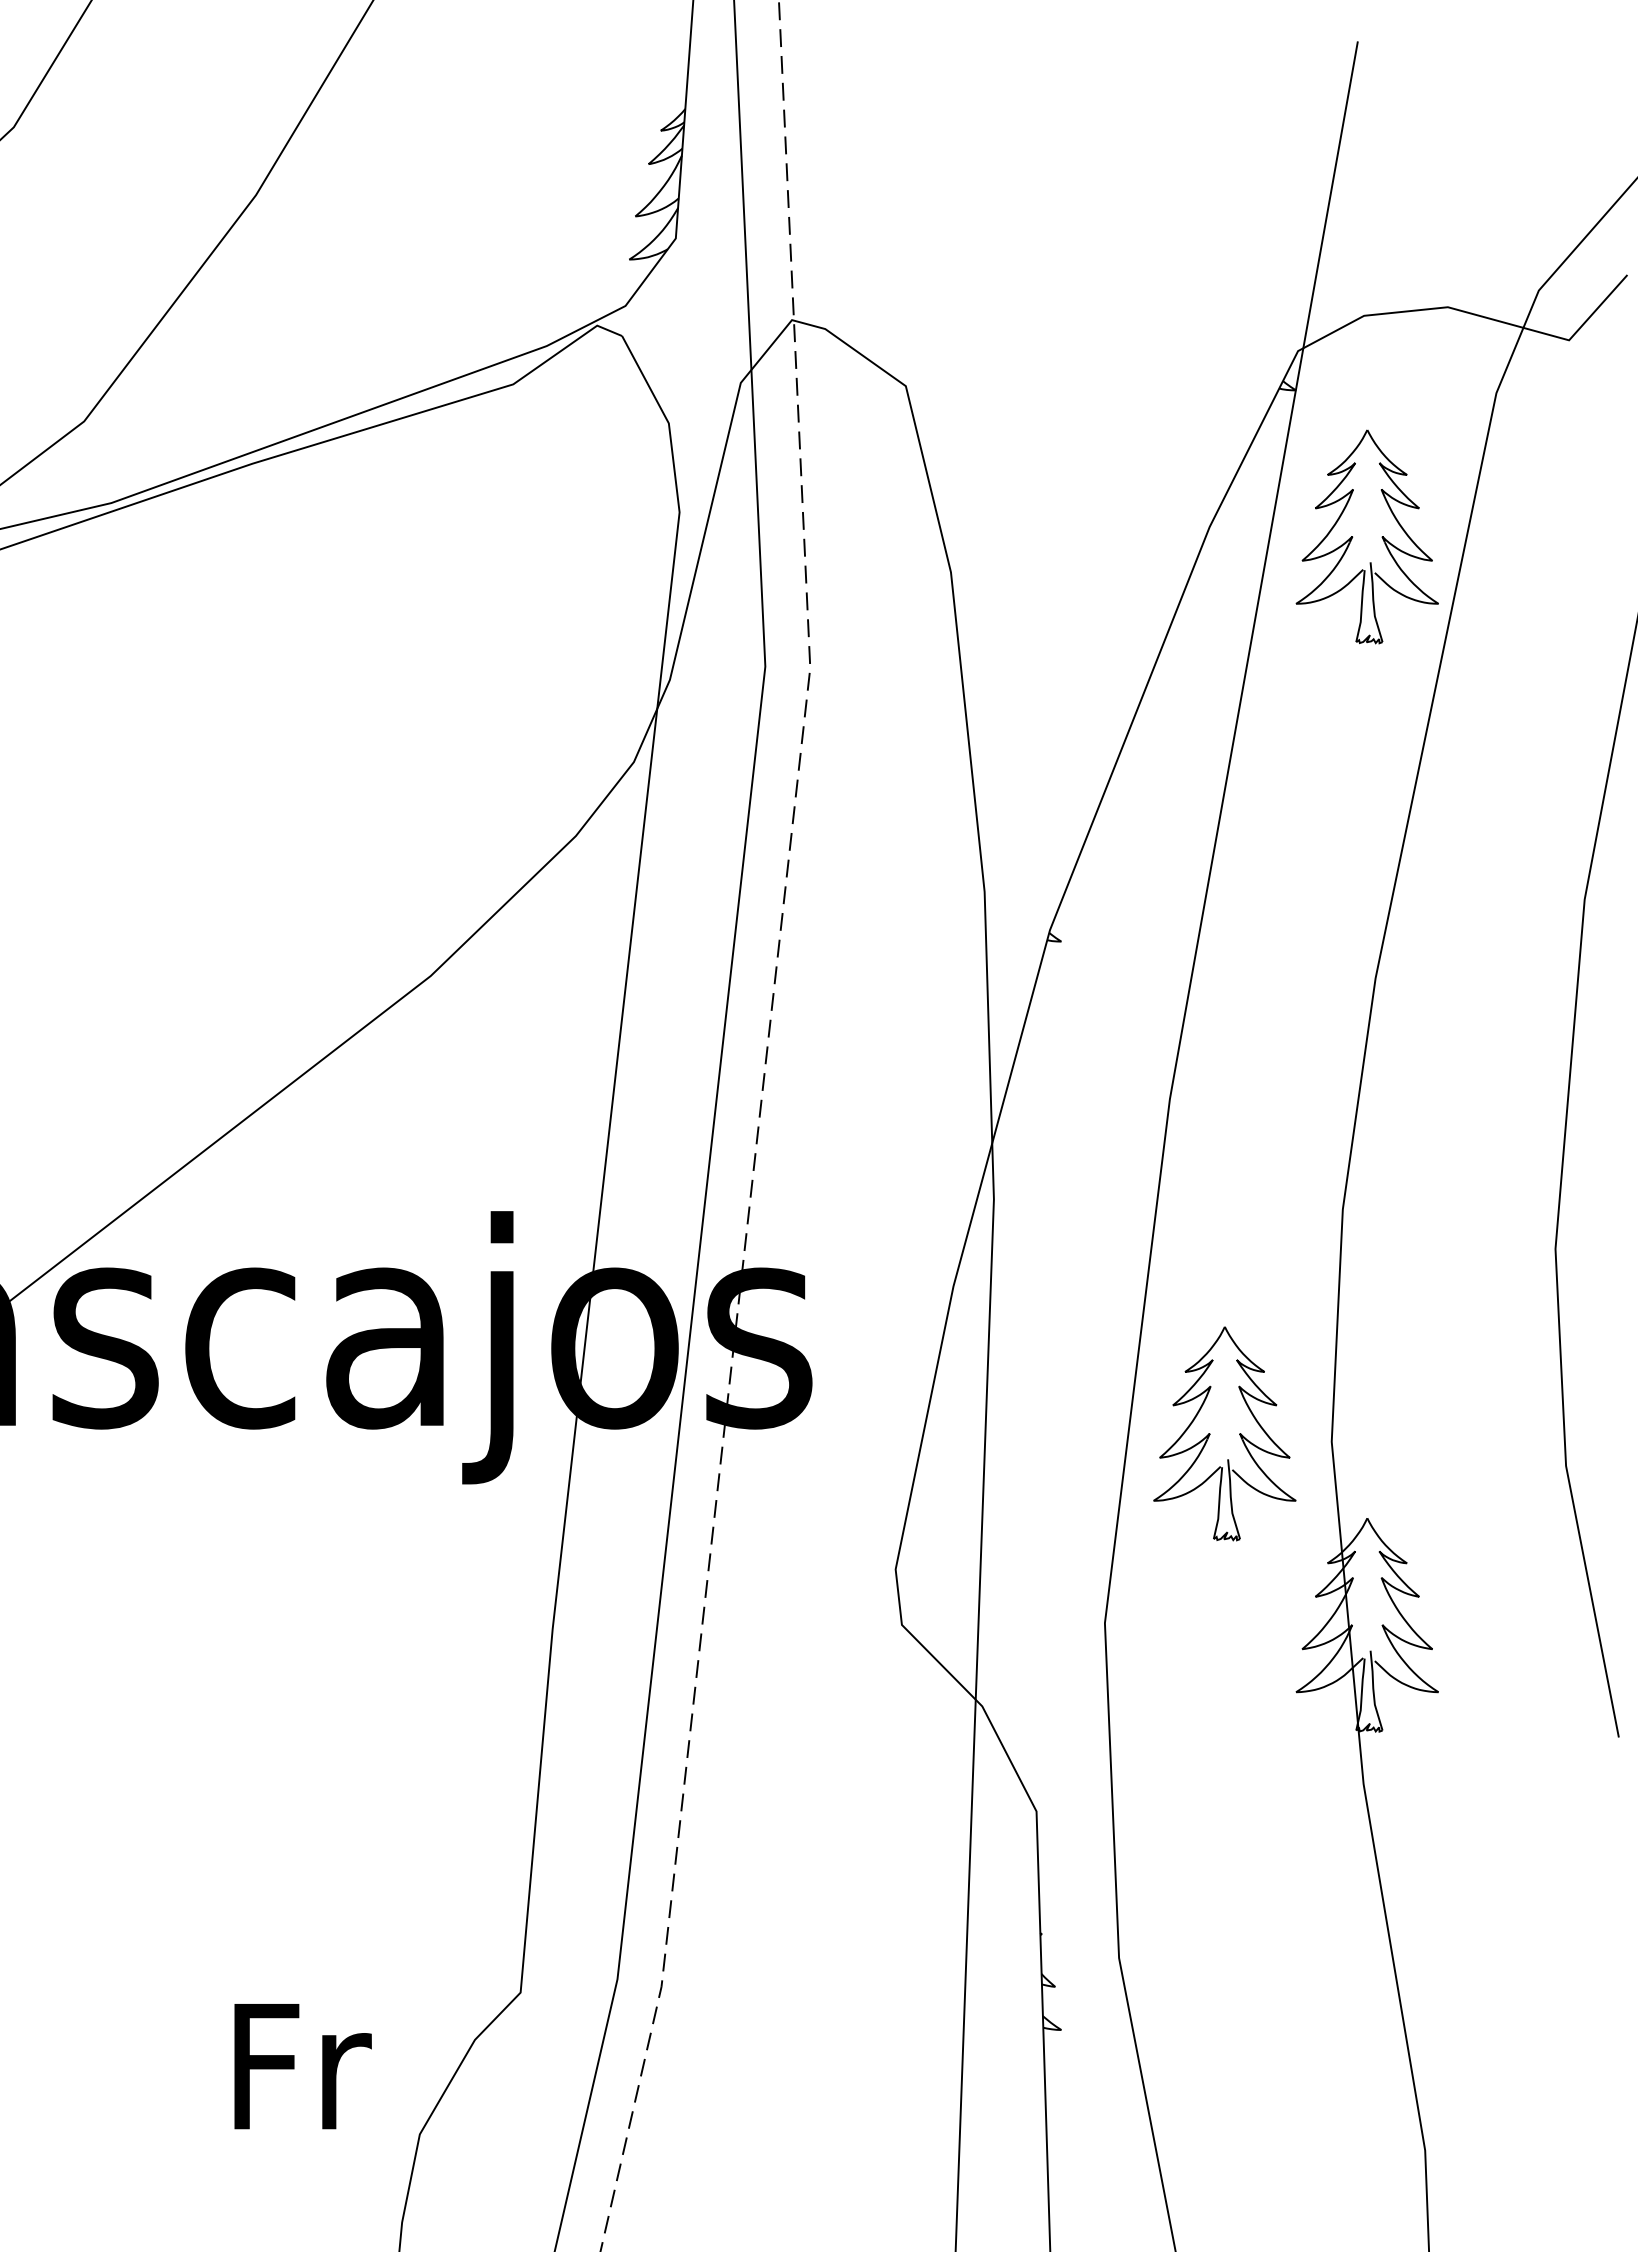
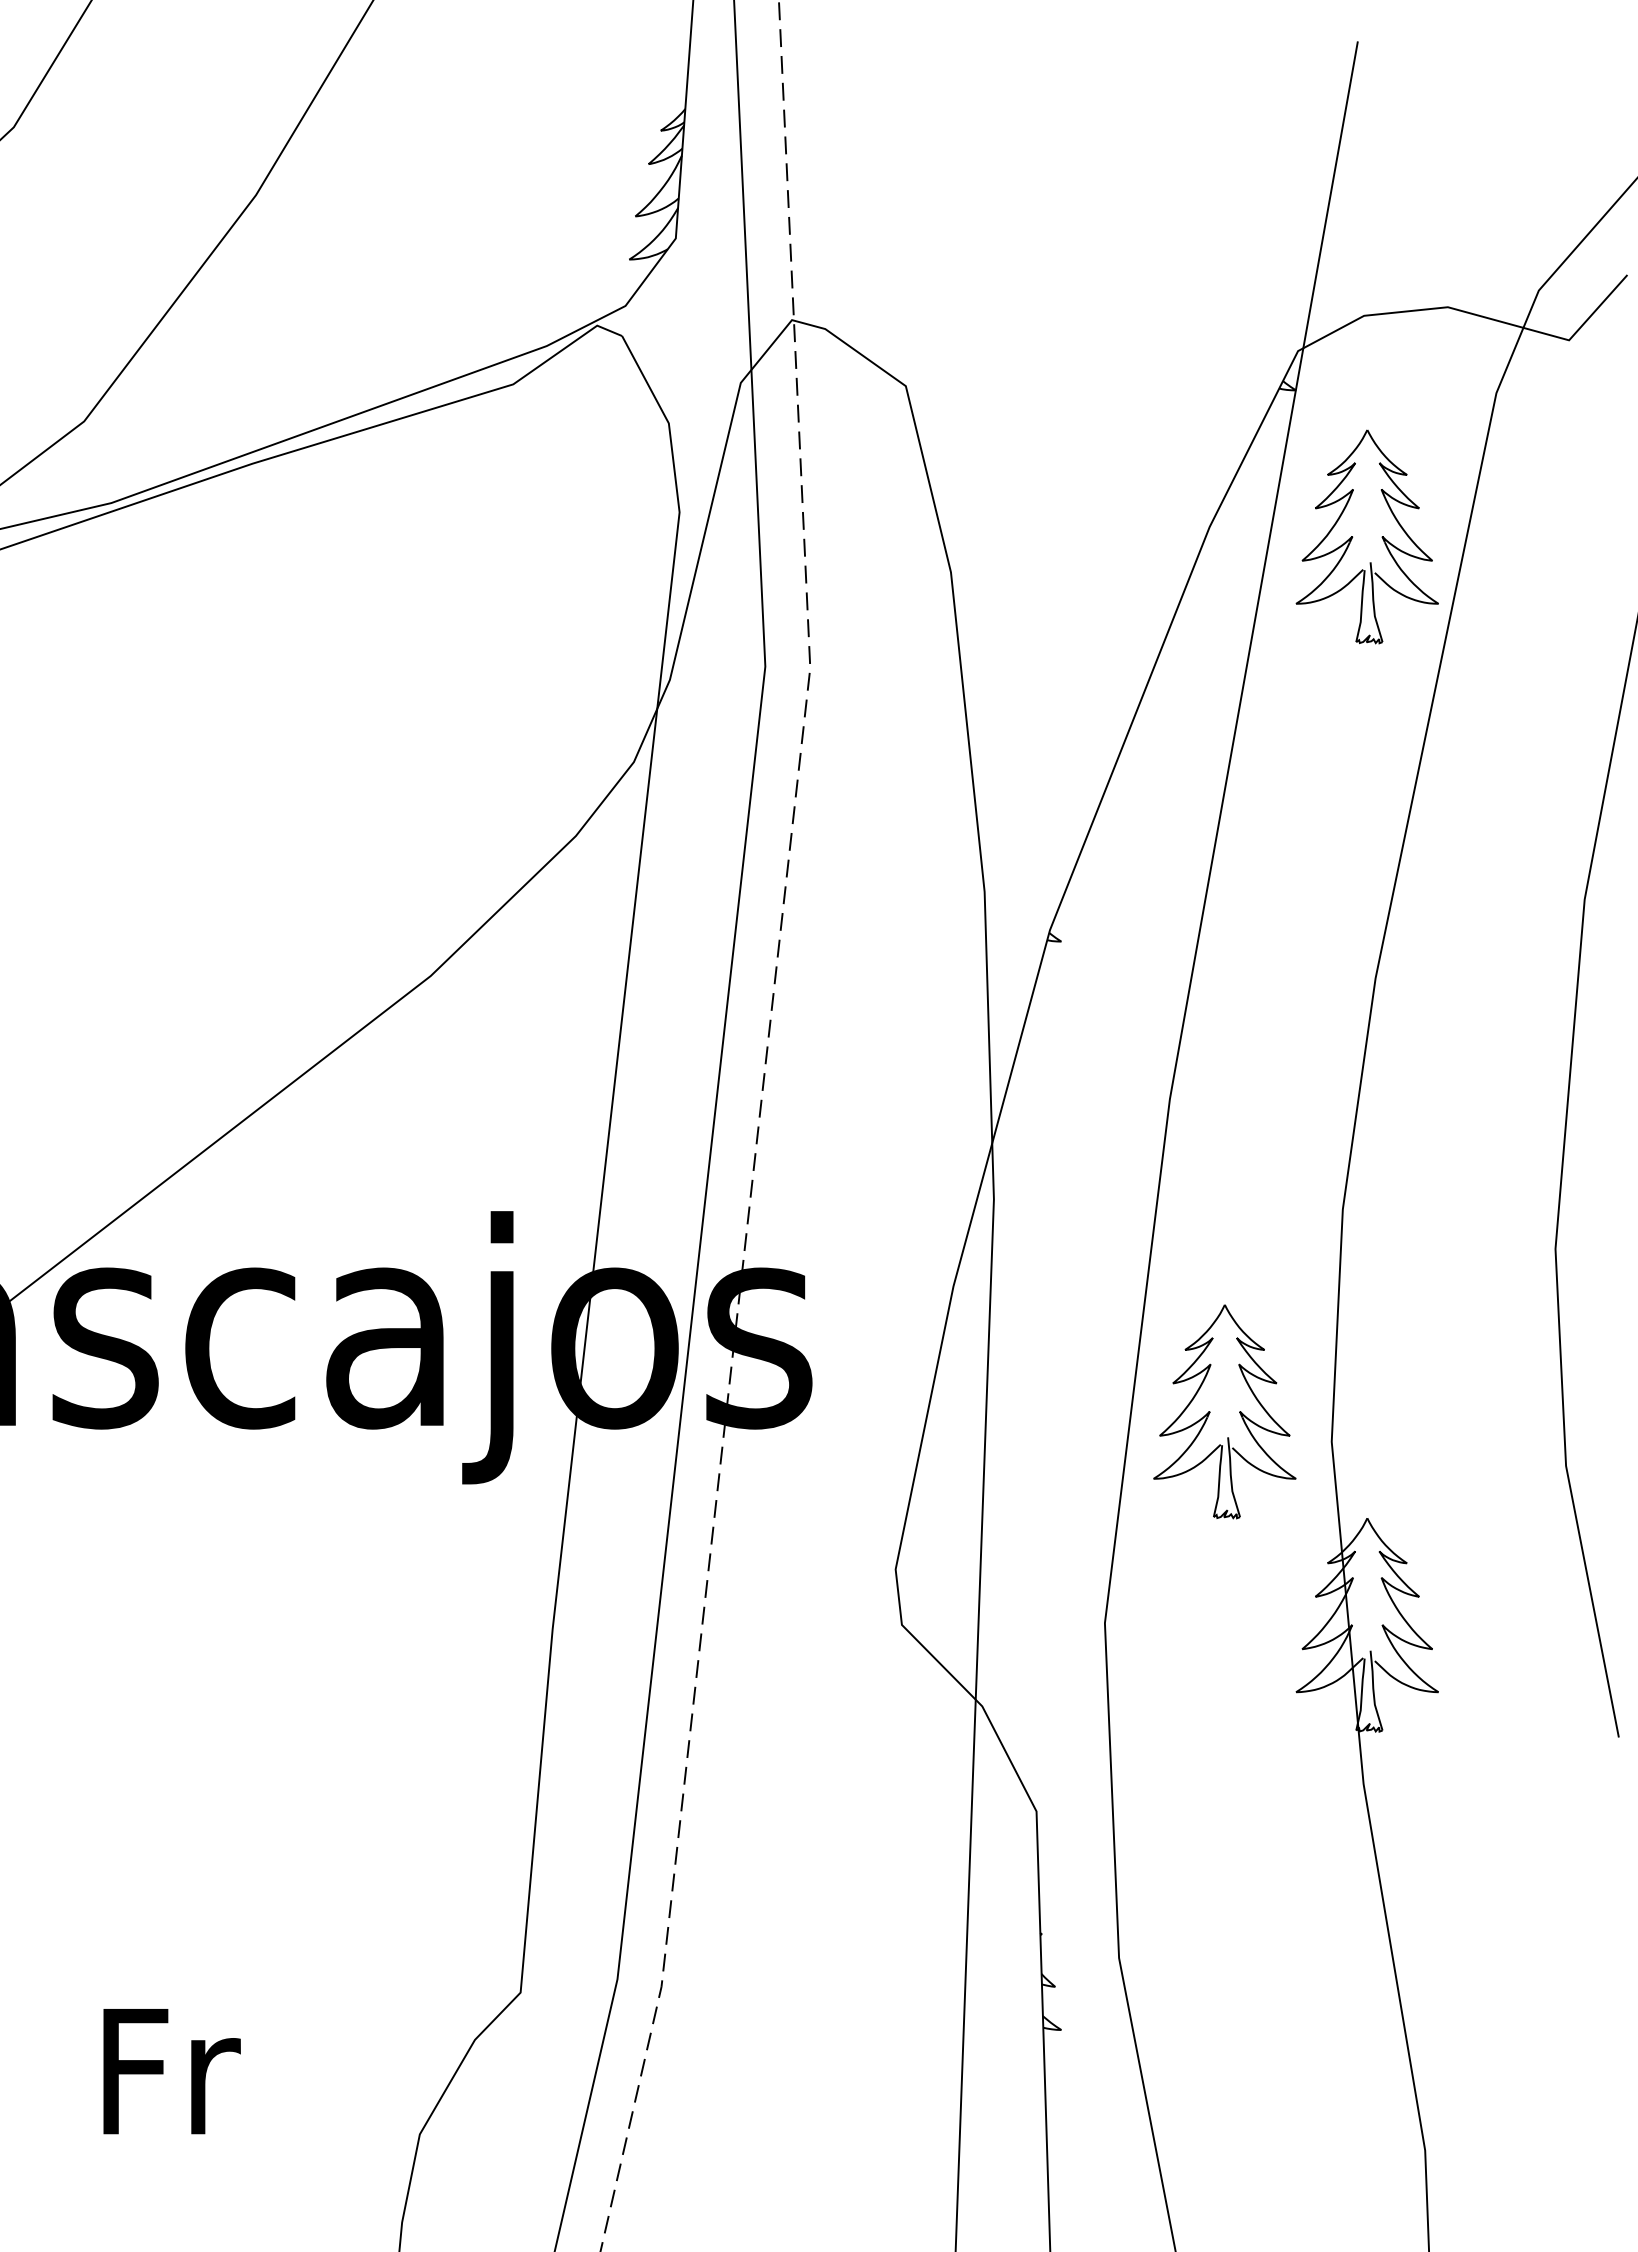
part at (1210, 1433) position: (1210, 1433) -> (1210, 1411)
text at (302, 2066) position: (302, 2066) -> (171, 2071)
